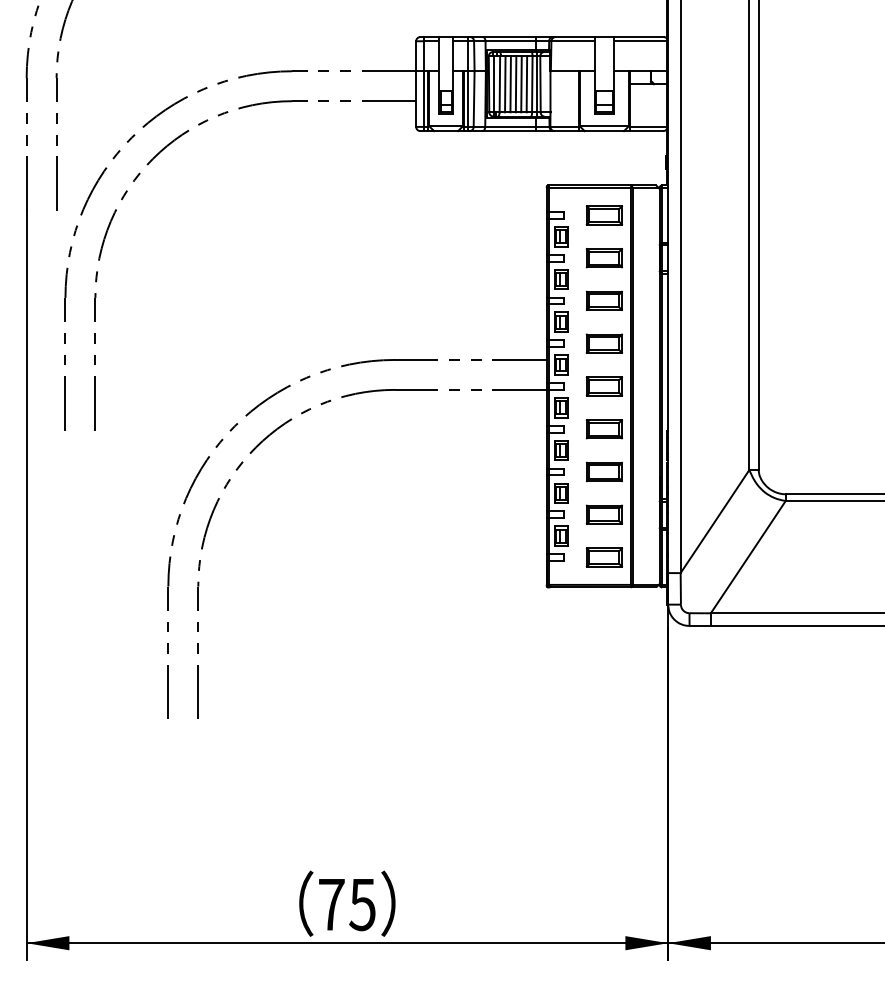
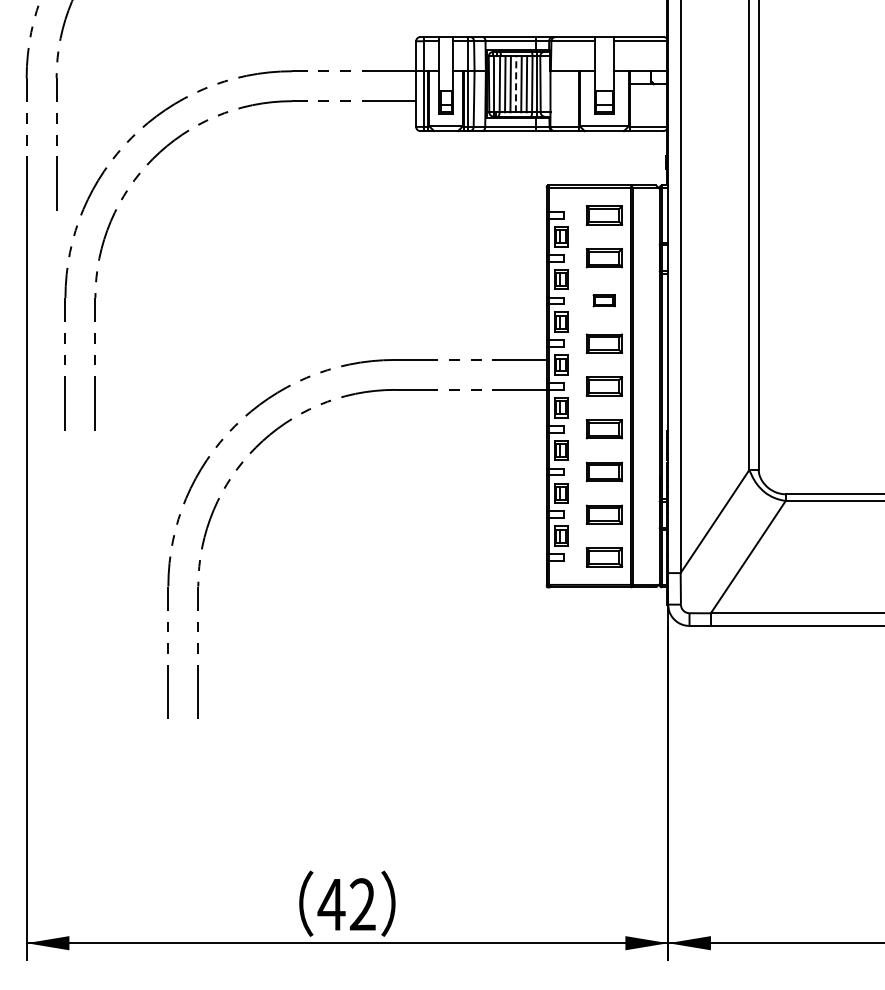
line at (516, 83): solid -> dashed
part at (603, 300) size: 38x21 px -> 24x14 px
text at (346, 904): 75 -> 42
